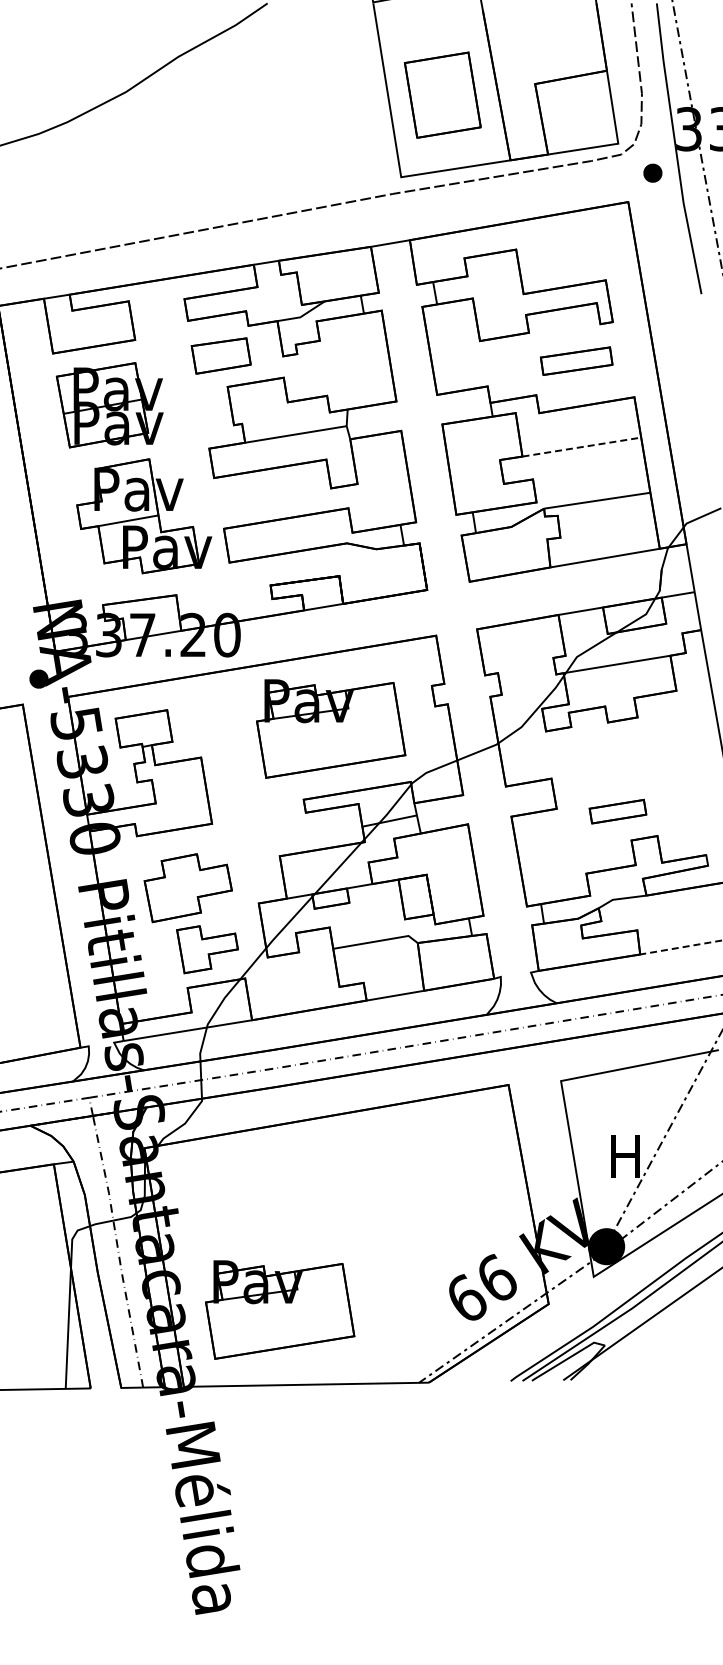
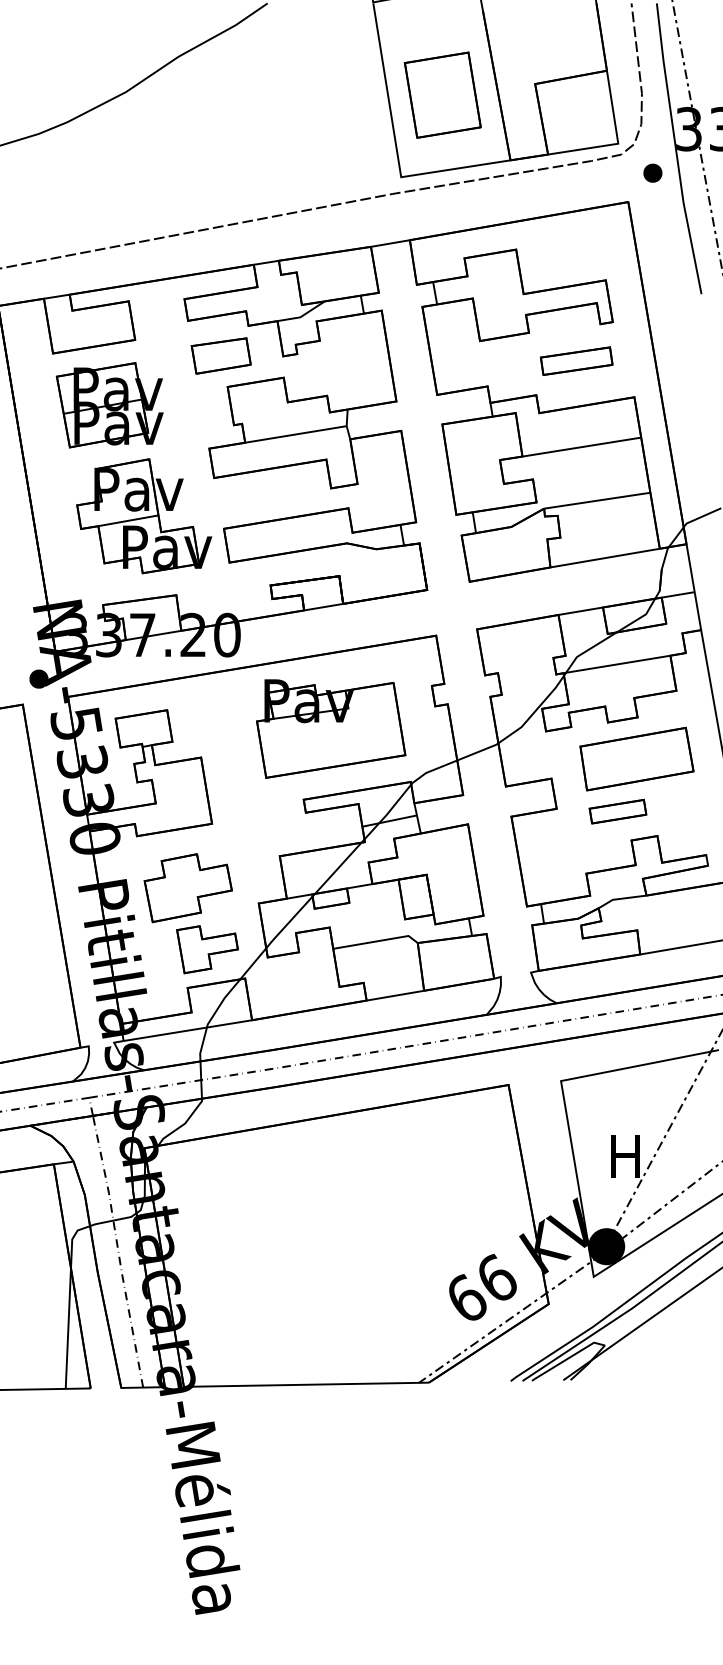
line at (582, 447): dashed -> solid
part at (636, 758): none -> present
line at (681, 947): dashed -> solid
part at (280, 1309): present -> none
